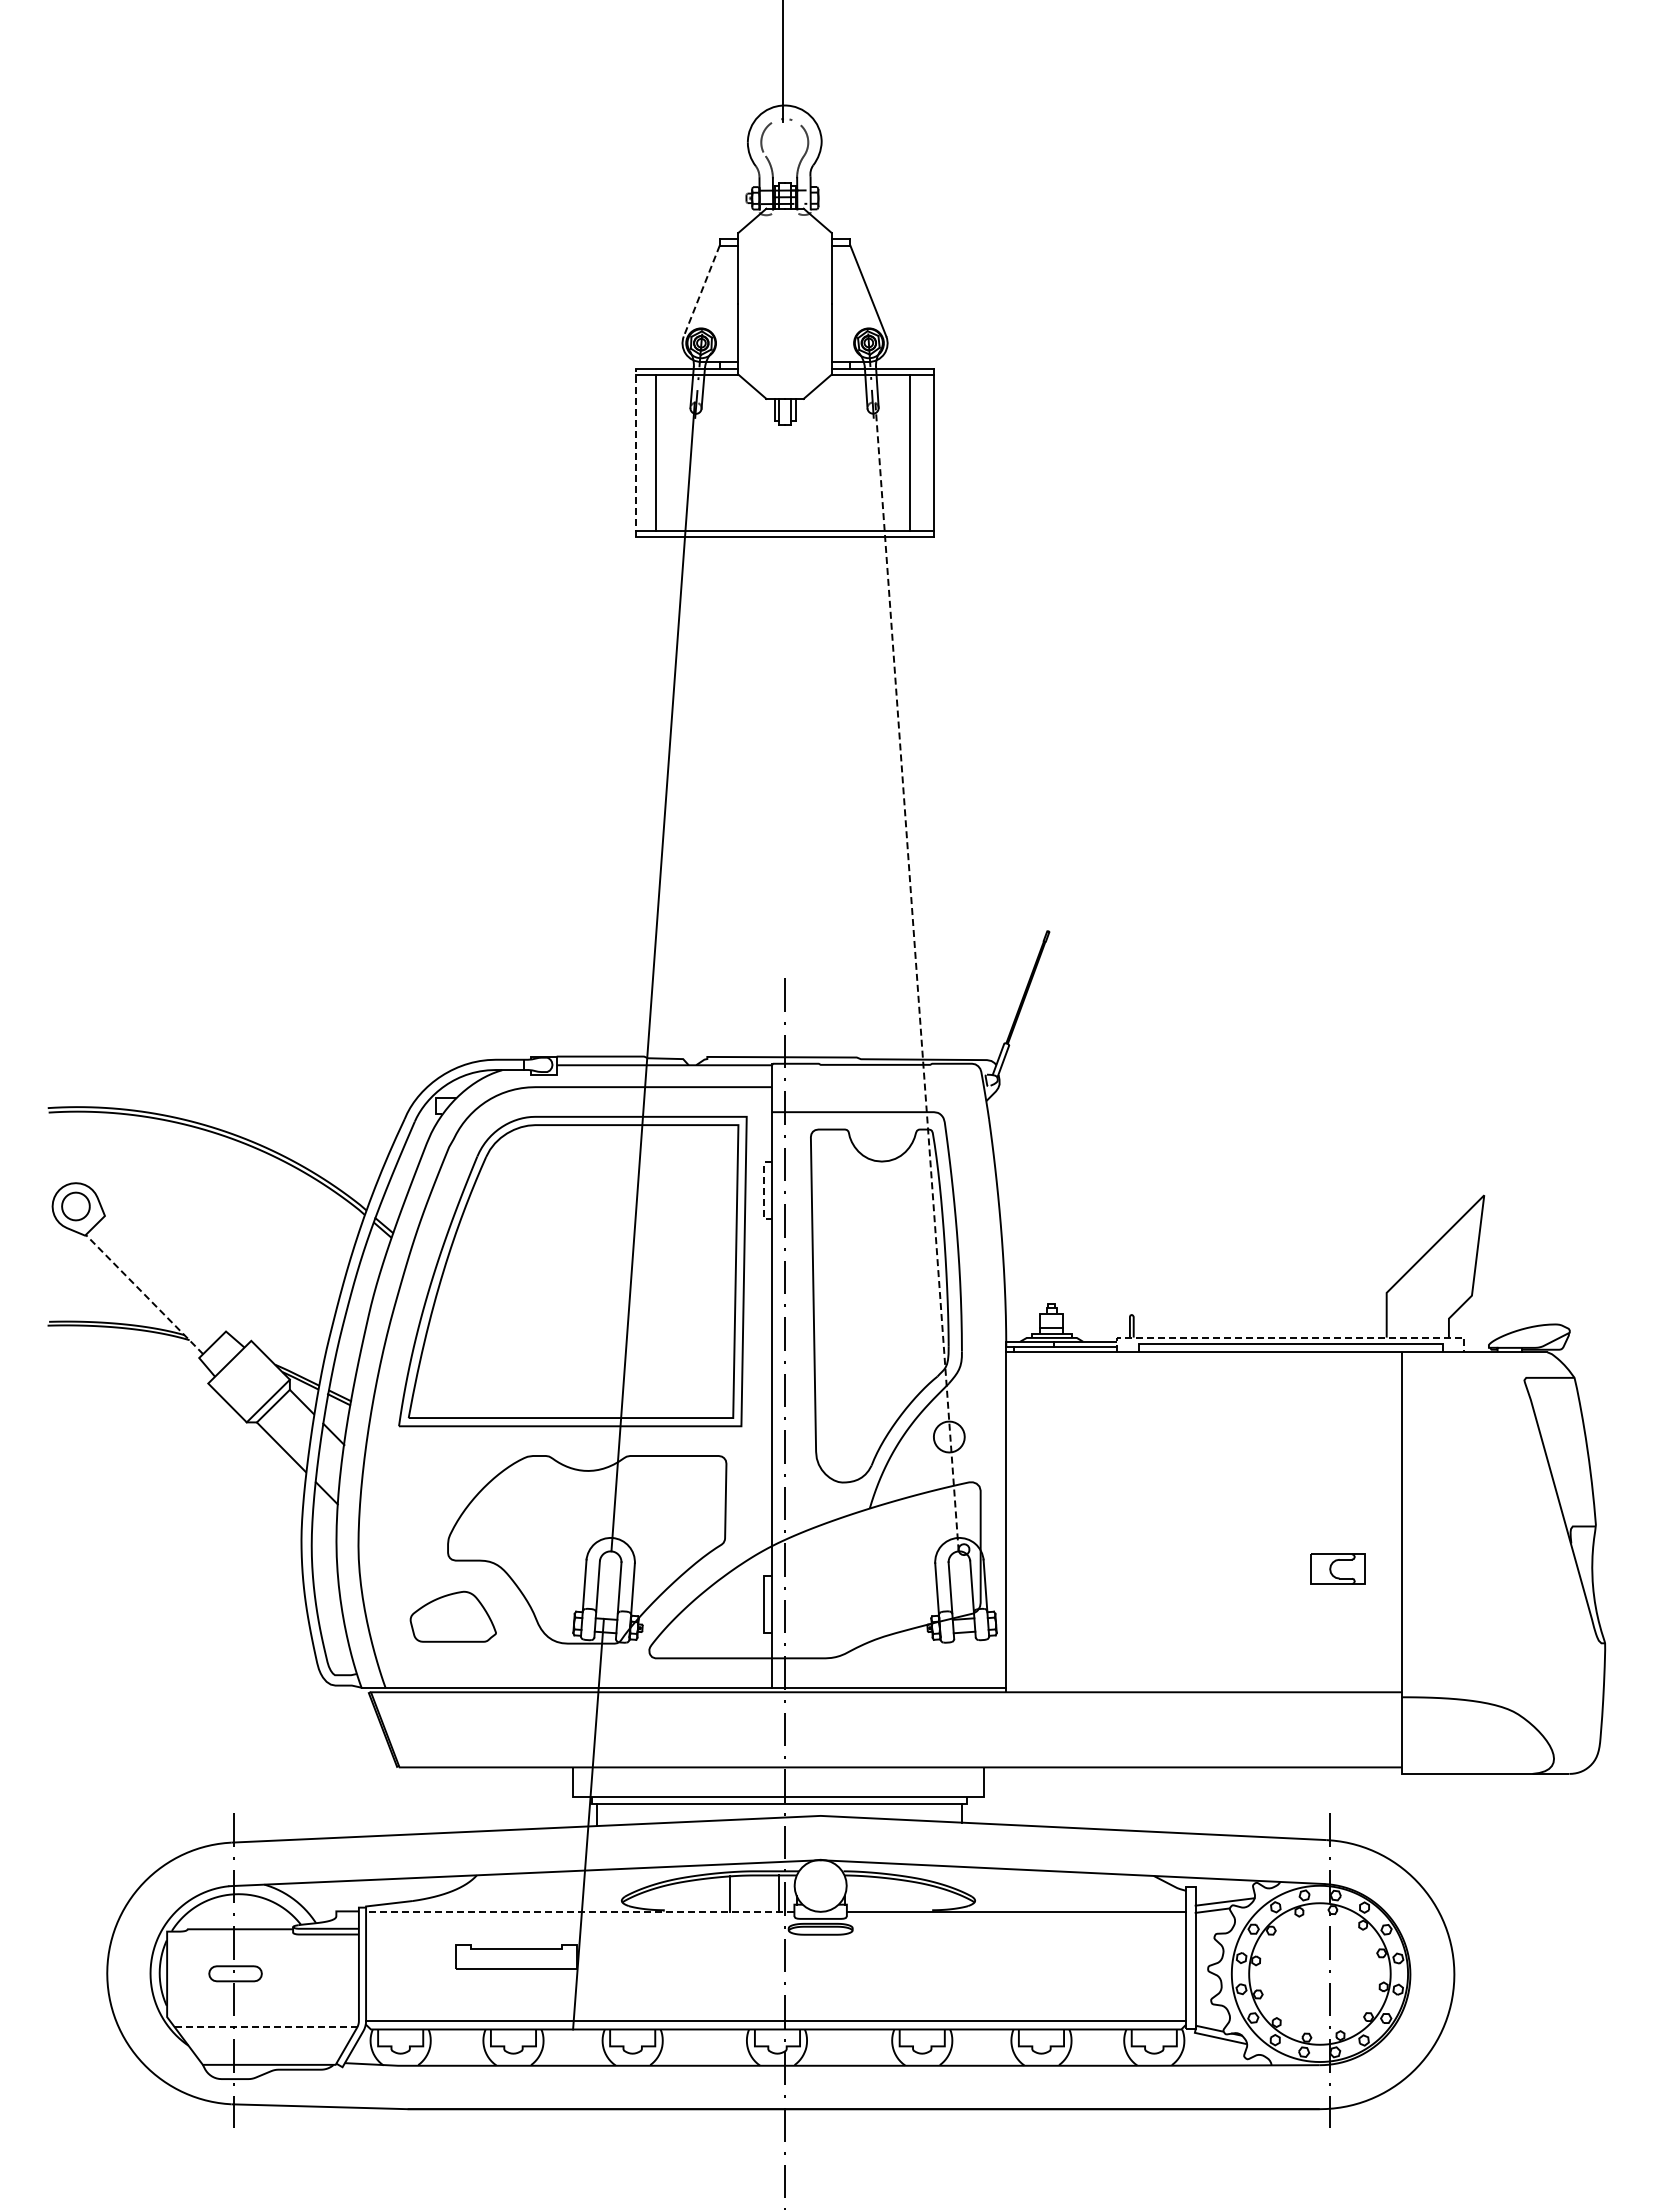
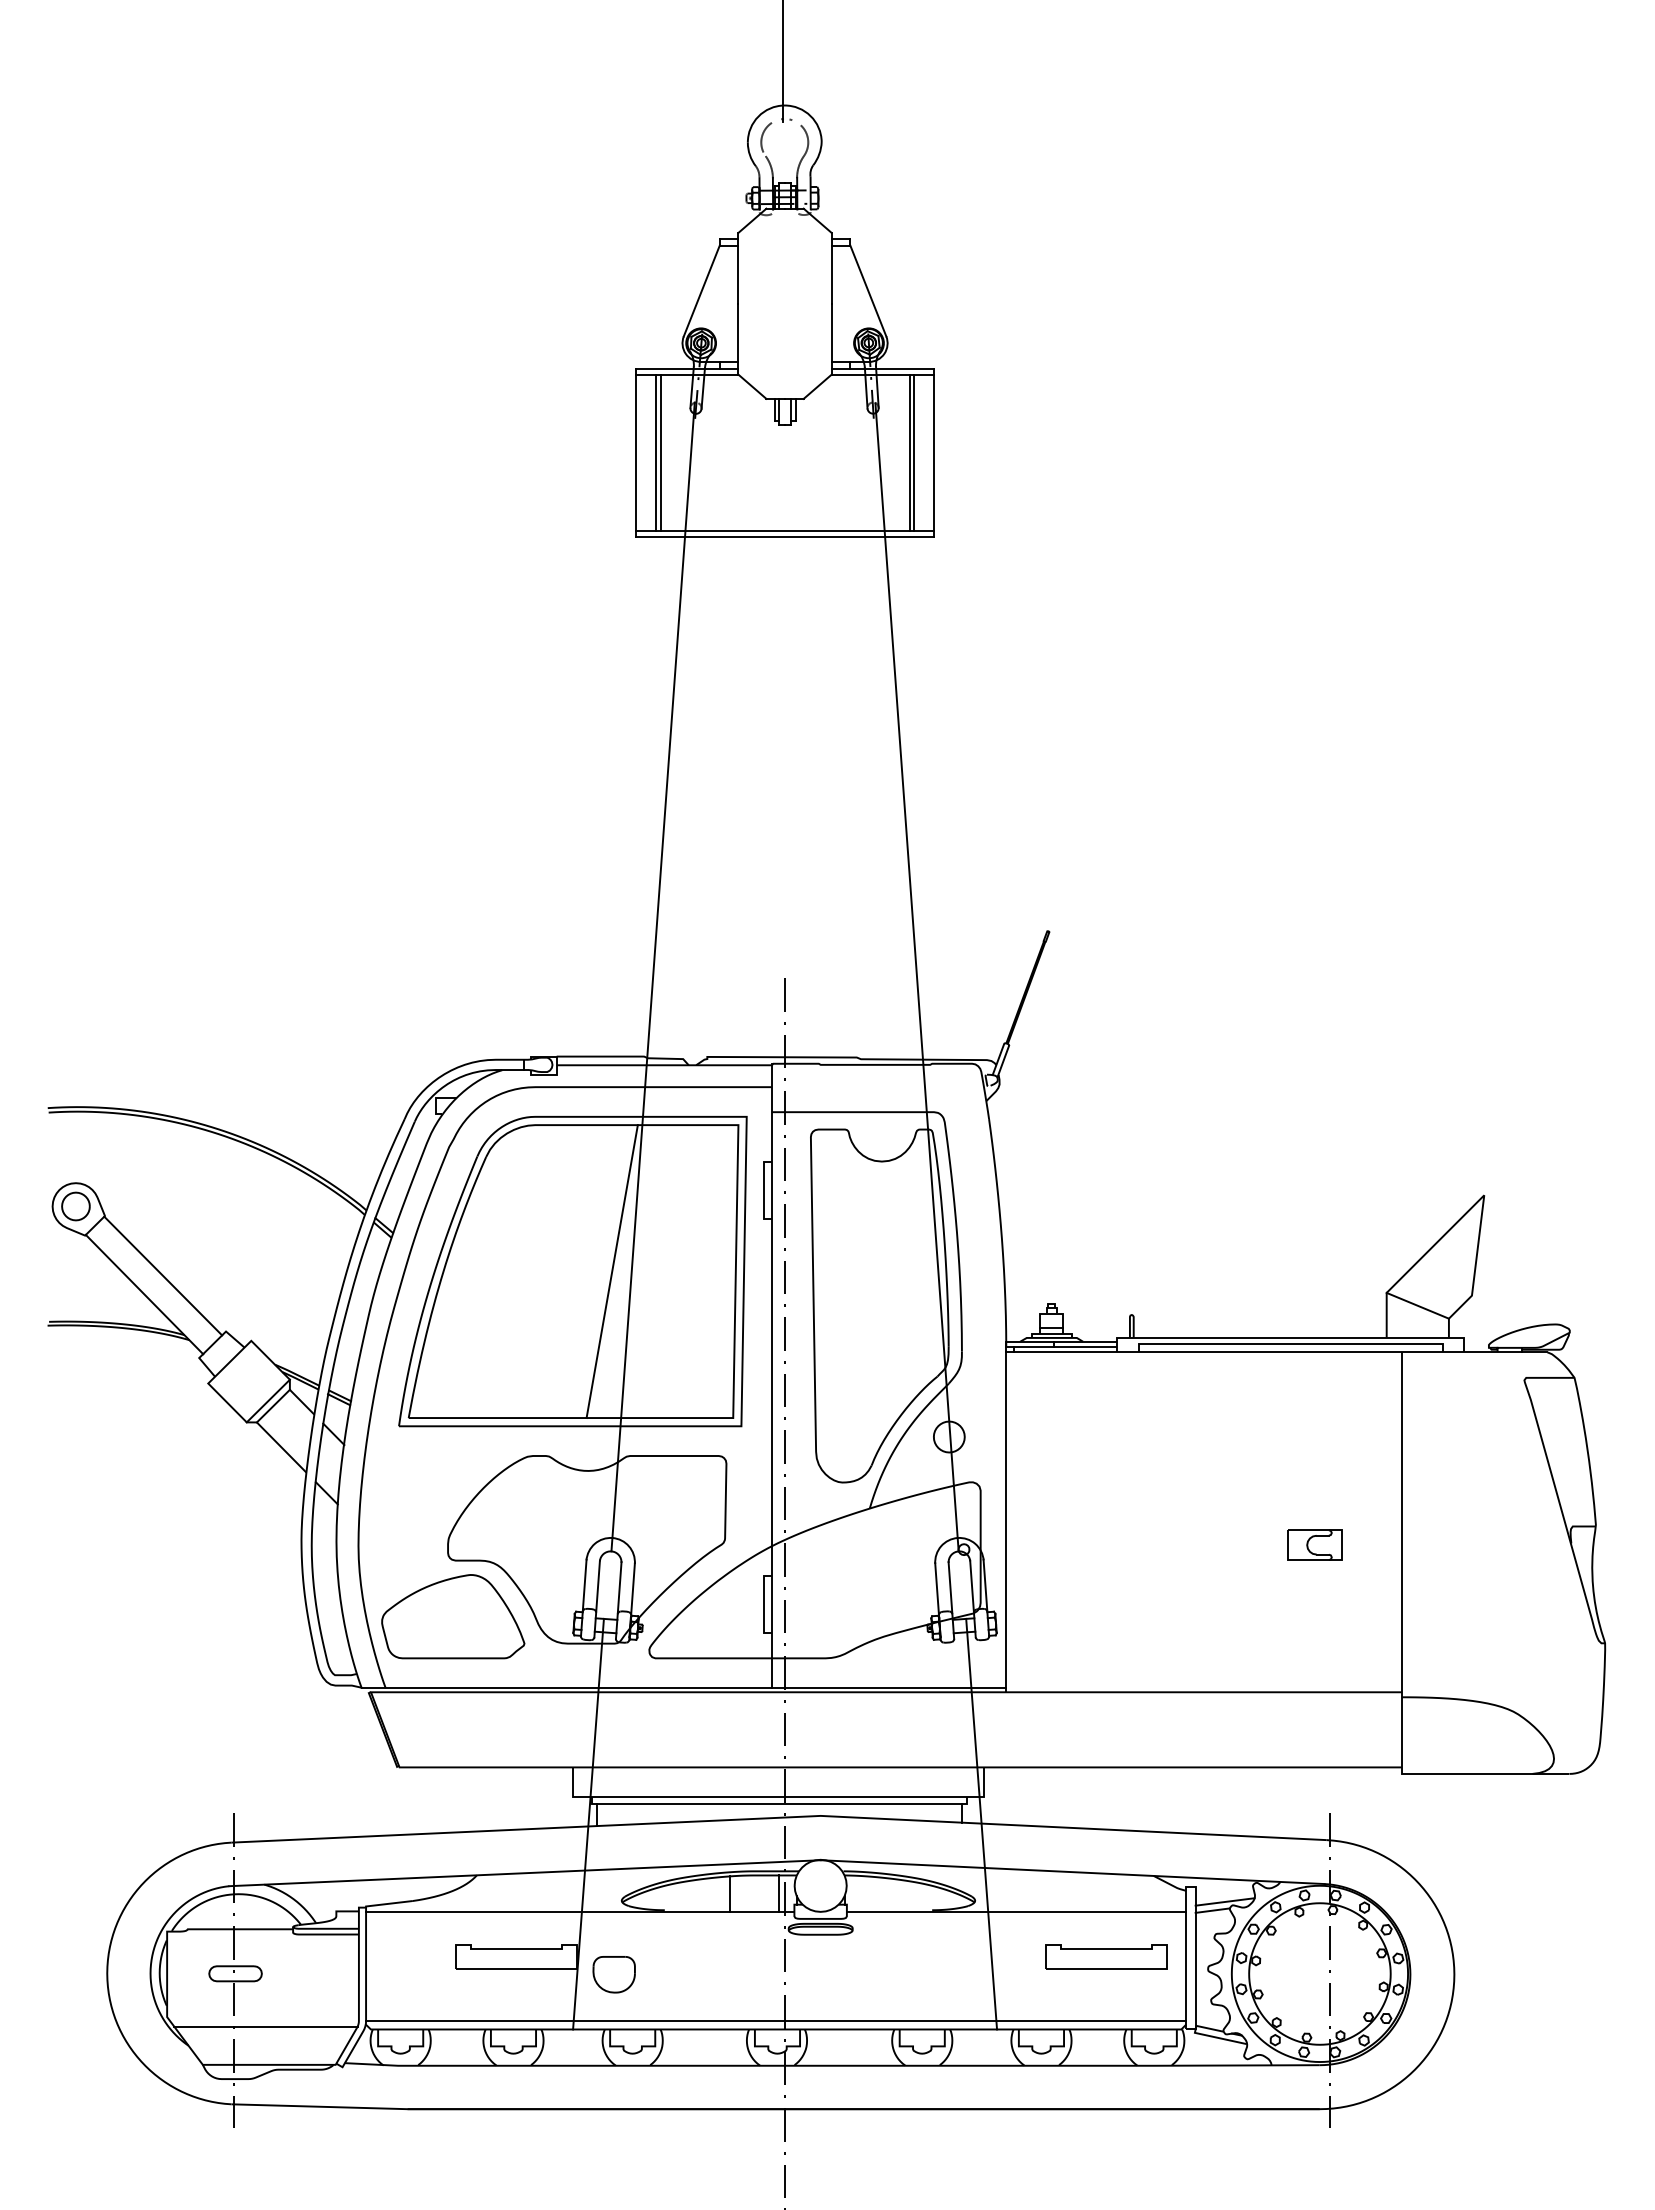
line at (701, 290): dashed -> solid
line at (635, 452): dashed -> solid
line at (660, 452): none -> present
line at (914, 452): none -> present
line at (917, 977): dashed -> solid
line at (764, 1191): dashed -> solid
line at (611, 1271): none -> present
line at (163, 1275): none -> present
line at (144, 1294): dashed -> solid
line at (1417, 1305): none -> present
line at (1290, 1337): dashed -> solid
part at (1337, 1568) position: (1337, 1568) -> (1314, 1544)
part at (452, 1616) size: 88x53 px -> 145x86 px
line at (981, 1823): none -> present
line at (579, 1912): dashed -> solid
part at (1106, 1956): none -> present
part at (613, 1974): none -> present
line at (266, 2026): dashed -> solid
